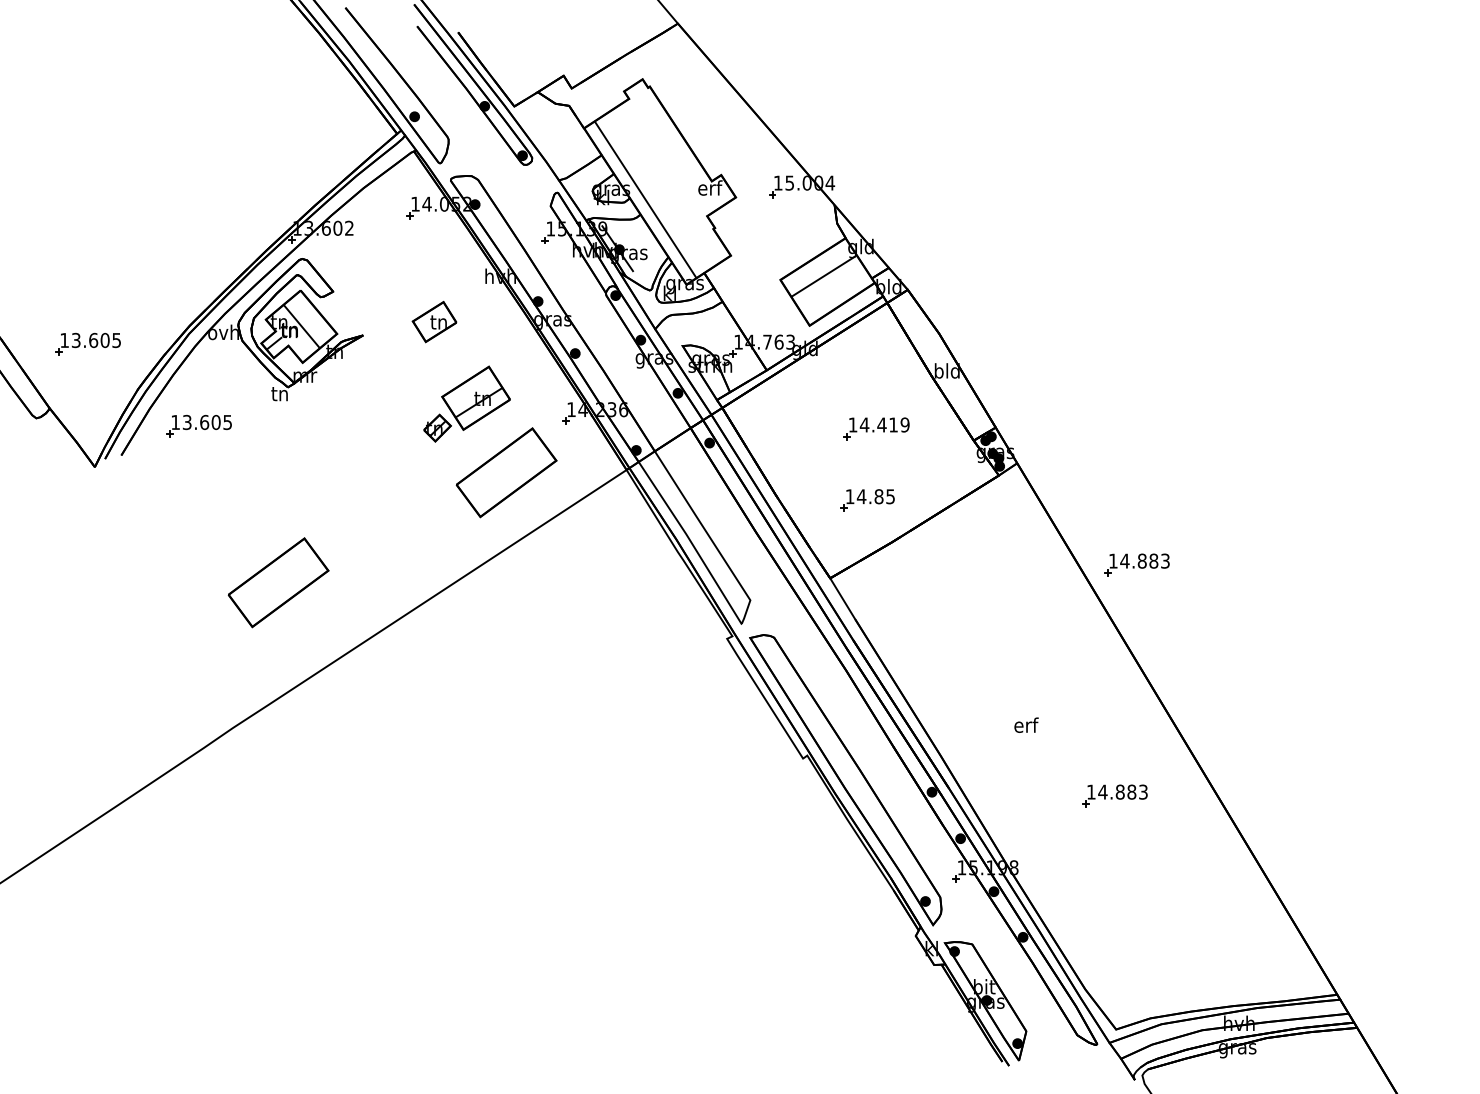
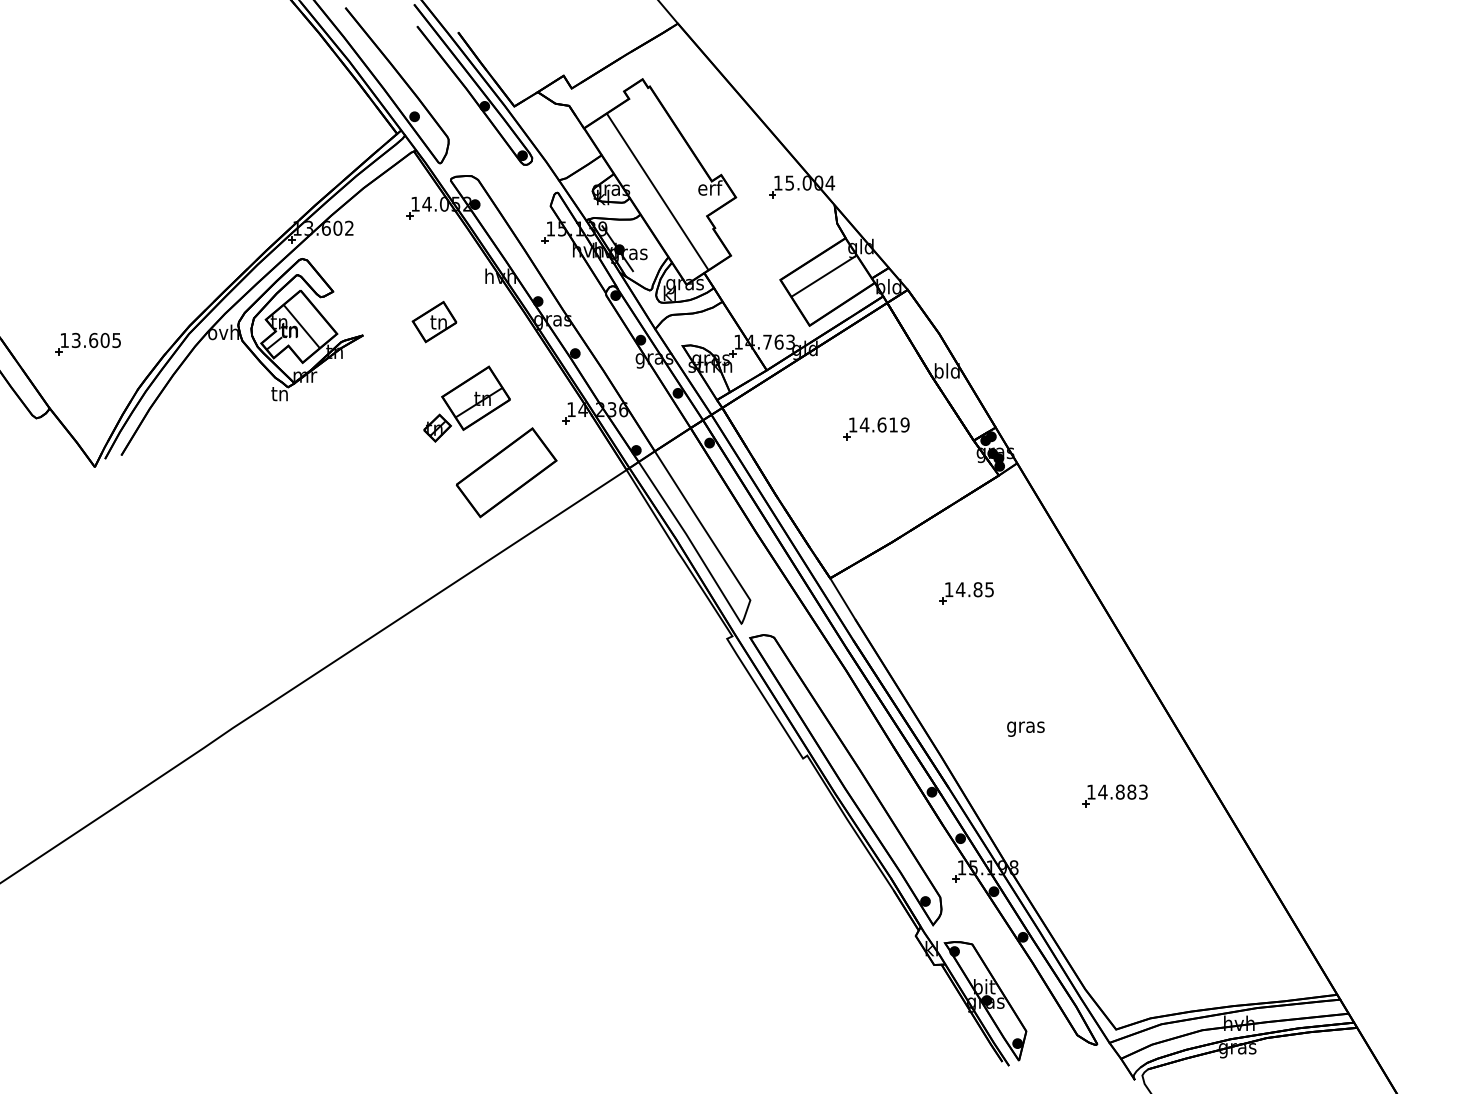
line at (645, 199) position: (645, 199) -> (657, 191)
text at (881, 424): 14.419 -> 14.619
part at (198, 425): present -> none
part at (867, 500) position: (867, 500) -> (966, 593)
part at (1136, 564): present -> none
part at (278, 582): present -> none
text at (1025, 726): erf -> gras
